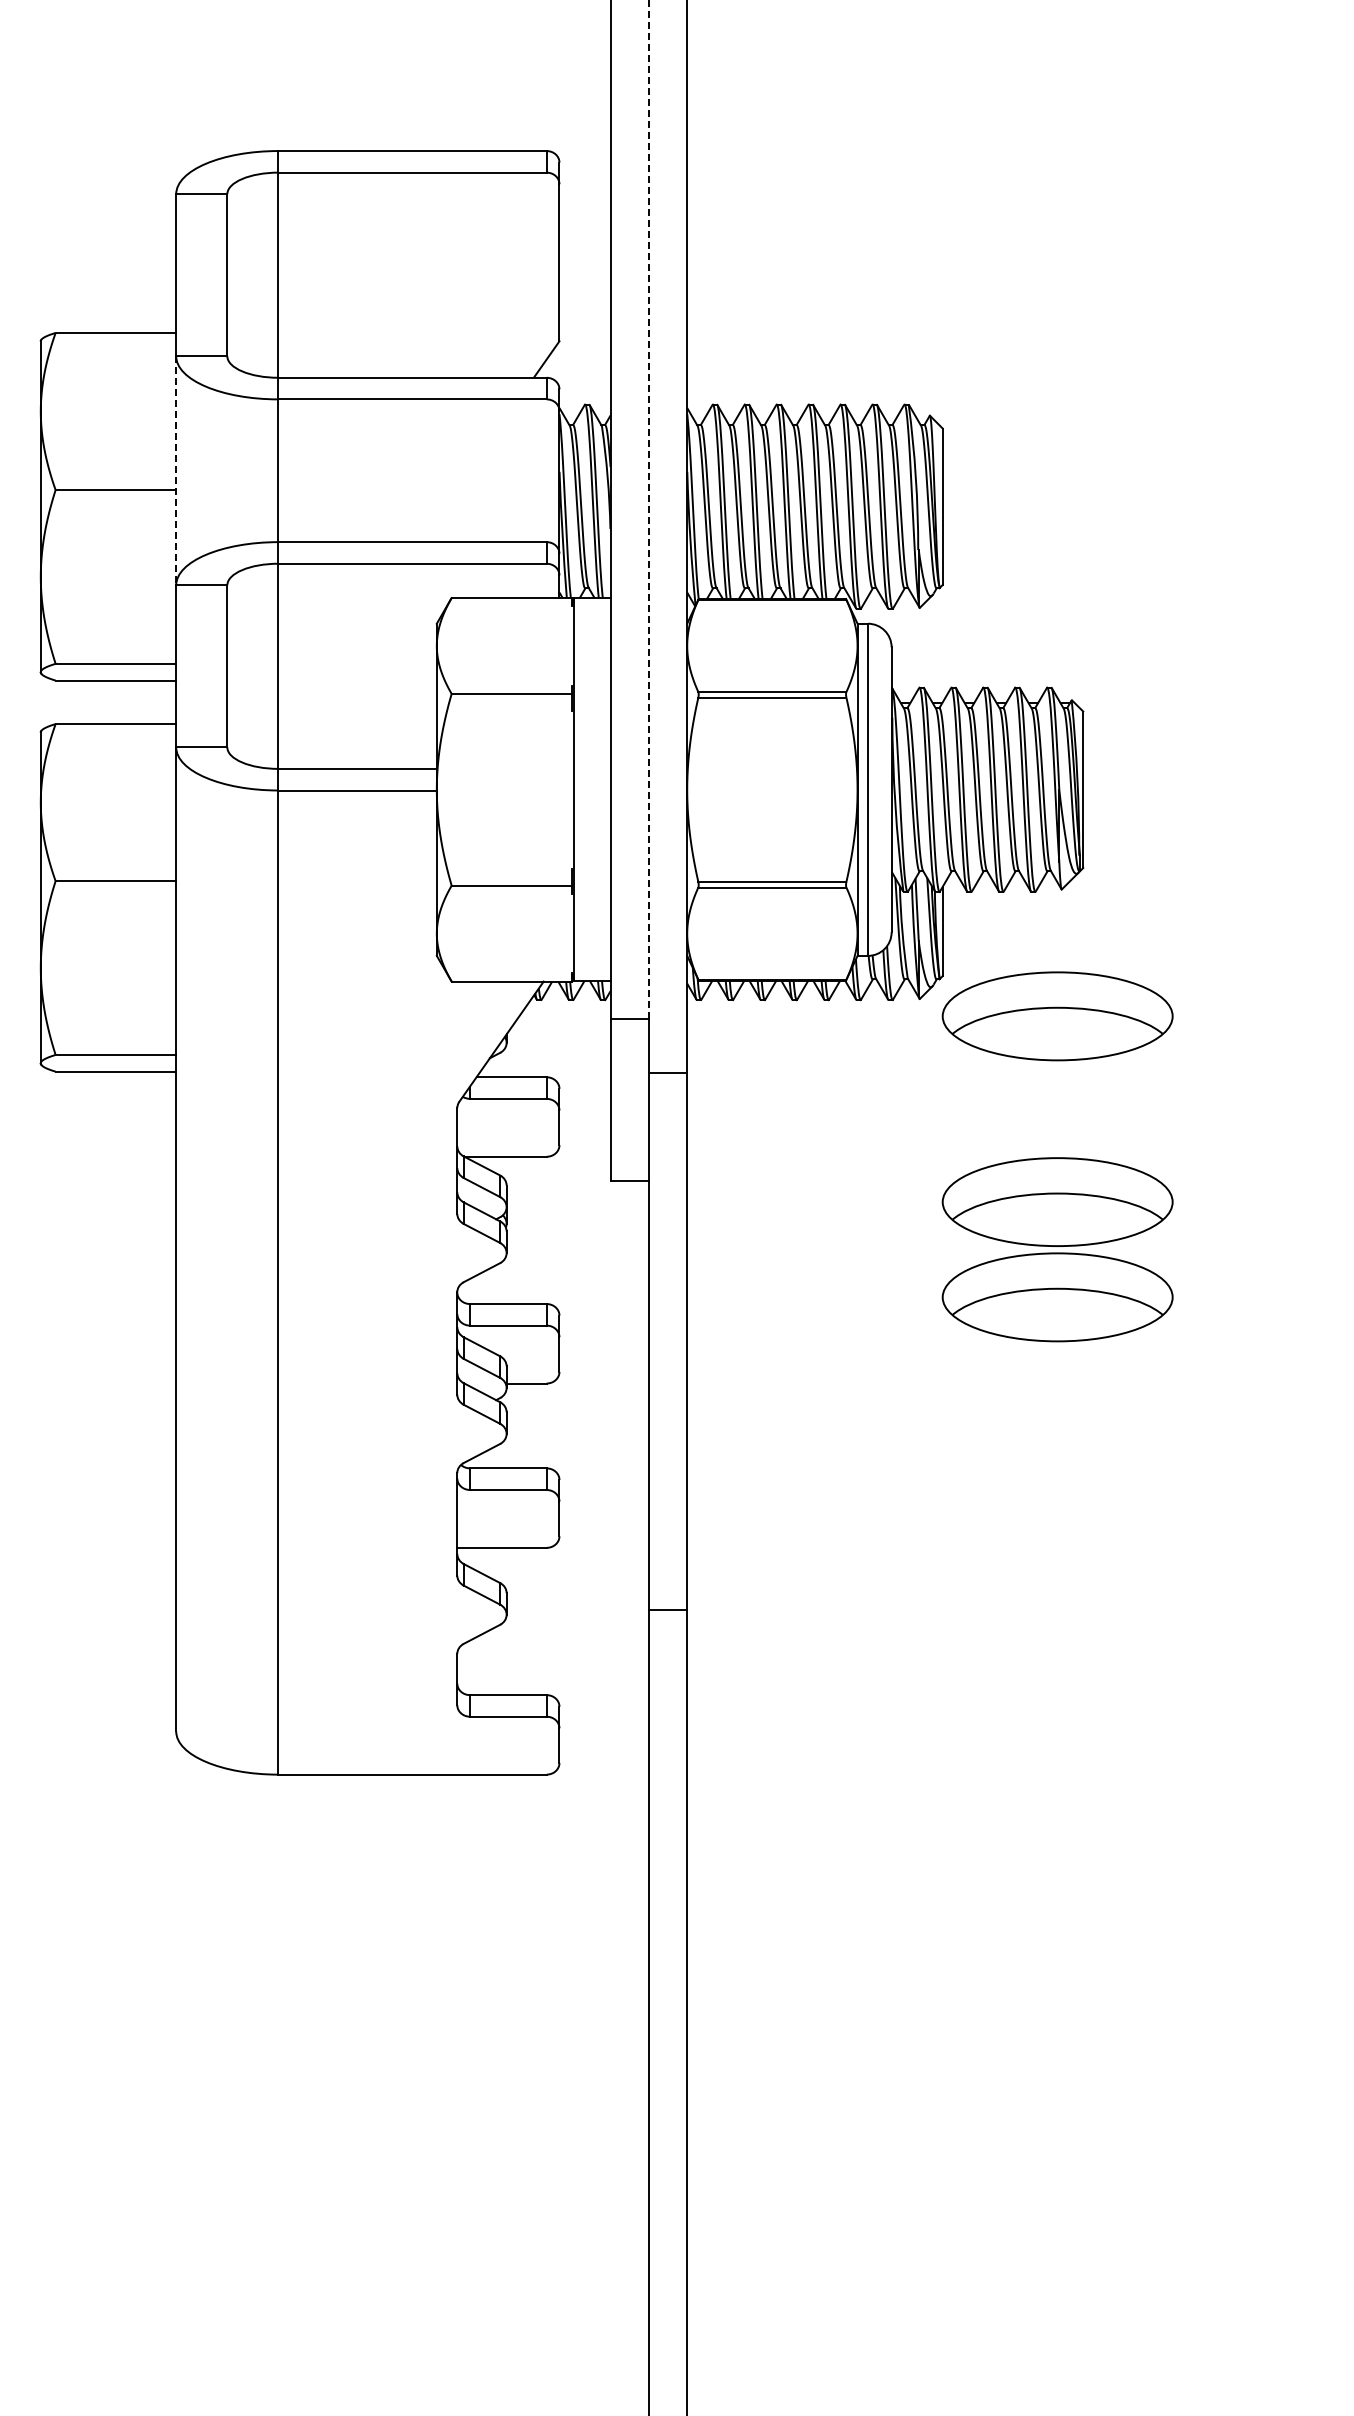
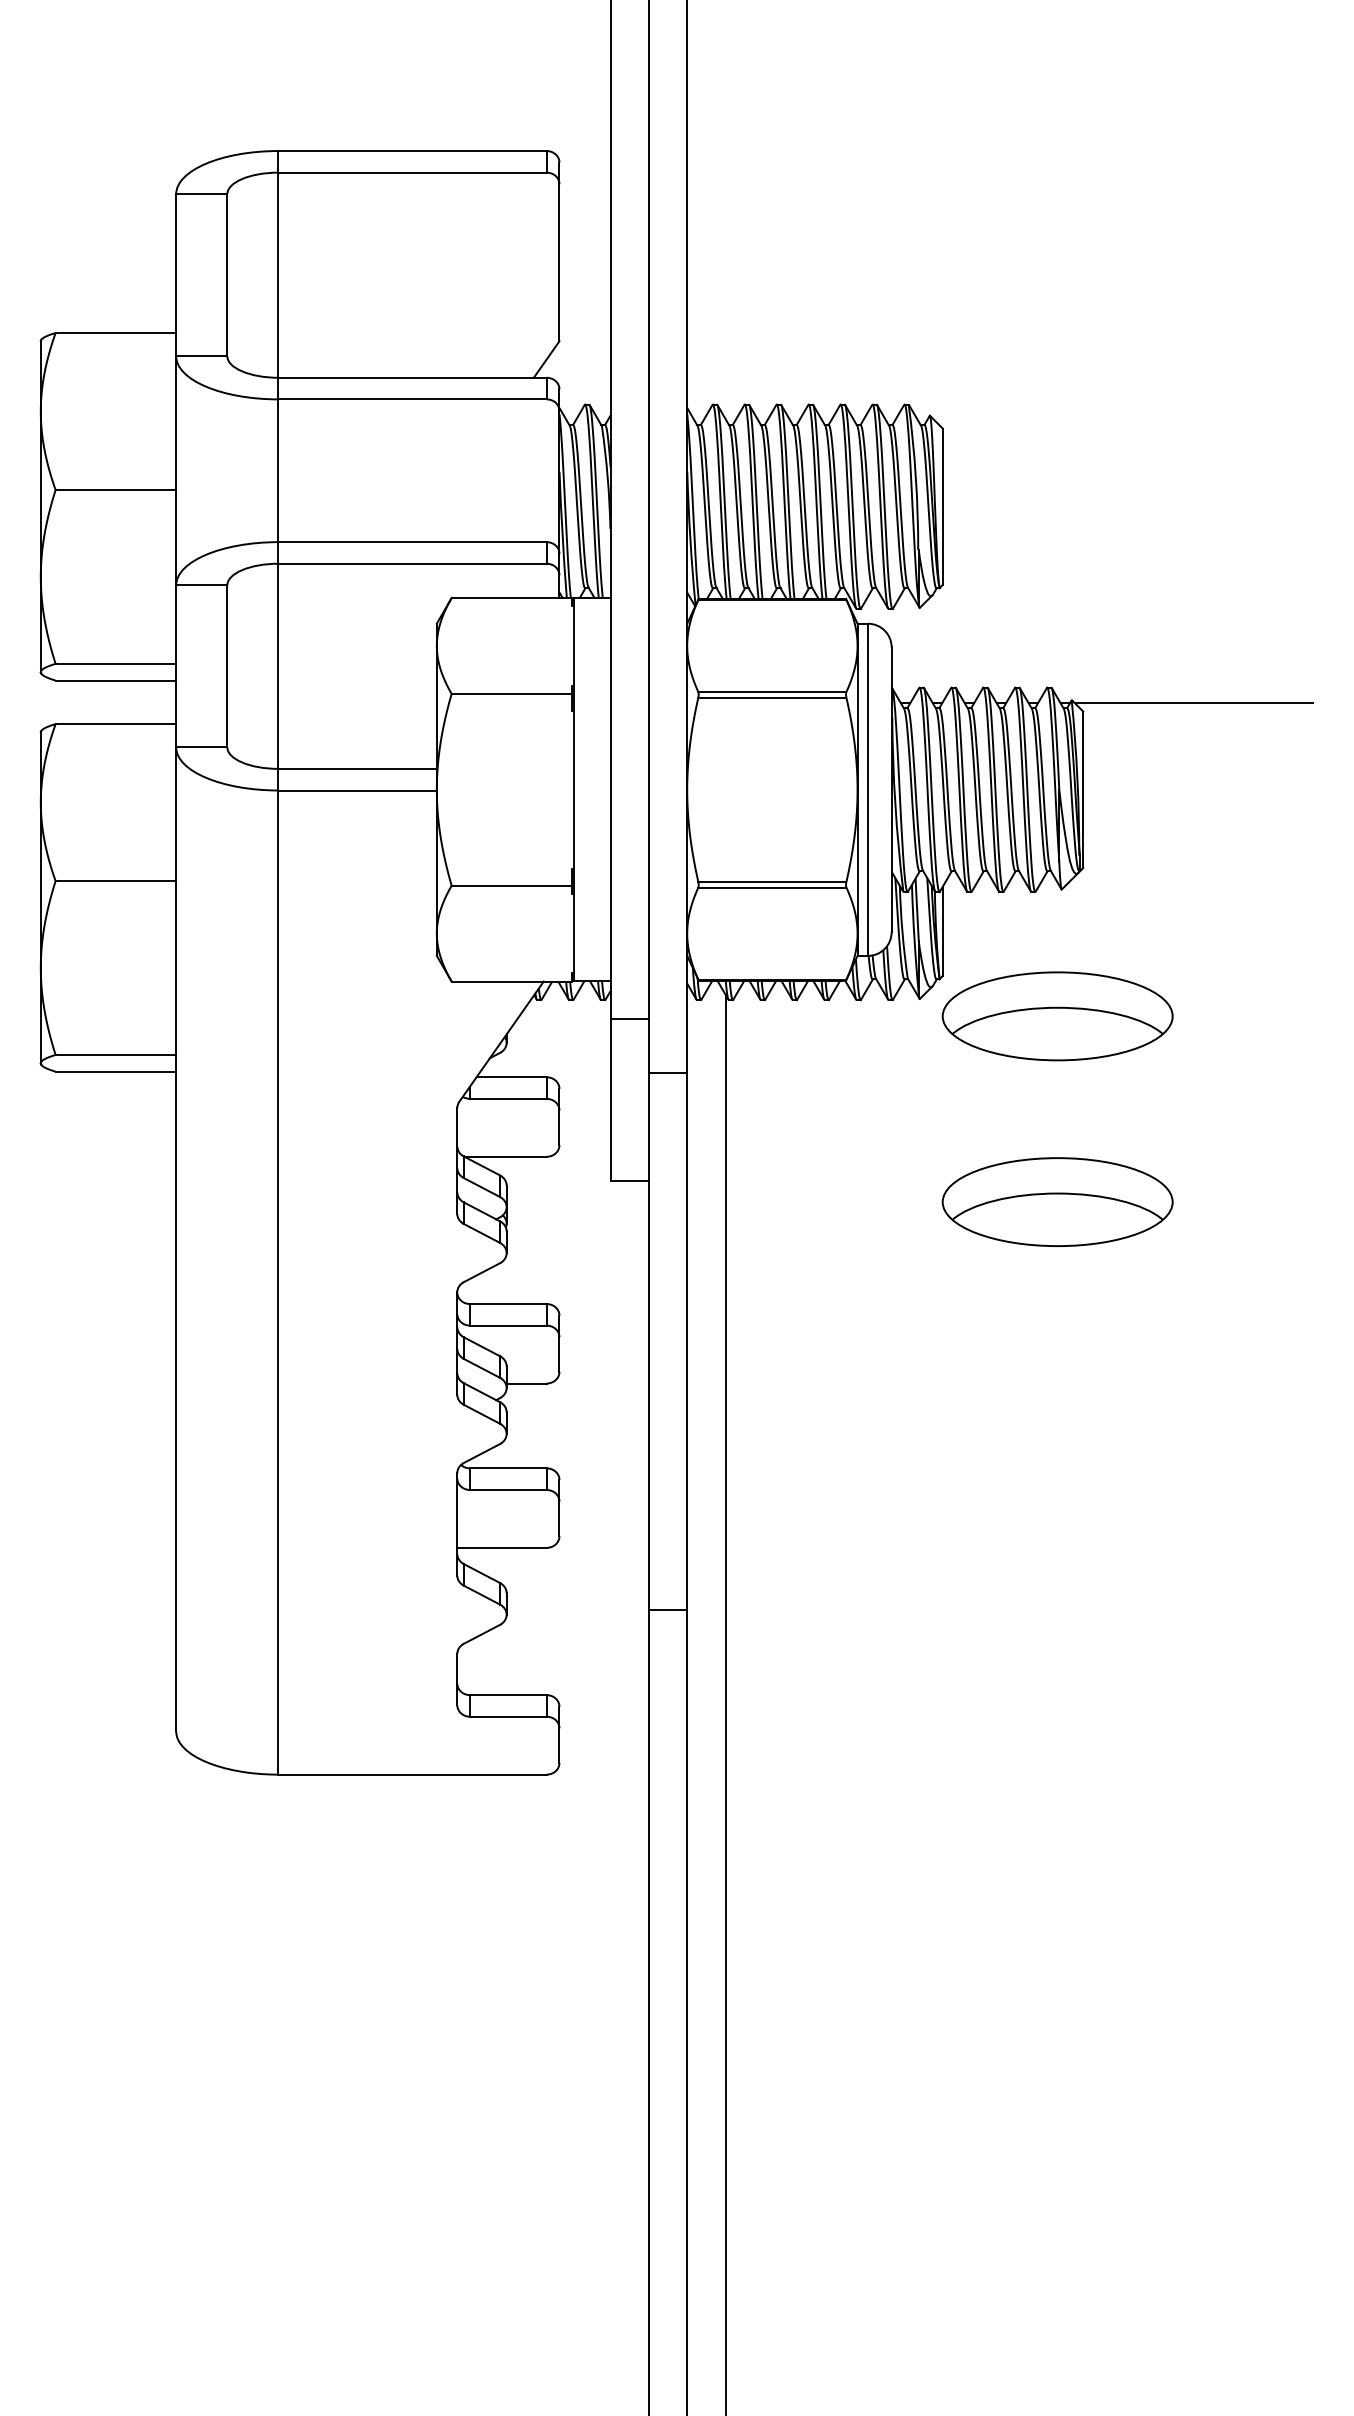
line at (176, 470): dashed -> solid
line at (648, 509): dashed -> solid
line at (1194, 703): none -> present
part at (1057, 1297): present -> none
line at (725, 1703): none -> present
